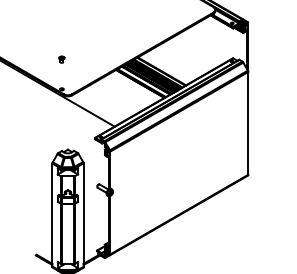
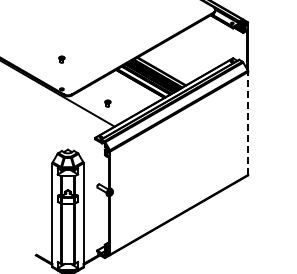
part at (107, 103): none -> present
line at (248, 122): solid -> dashed
